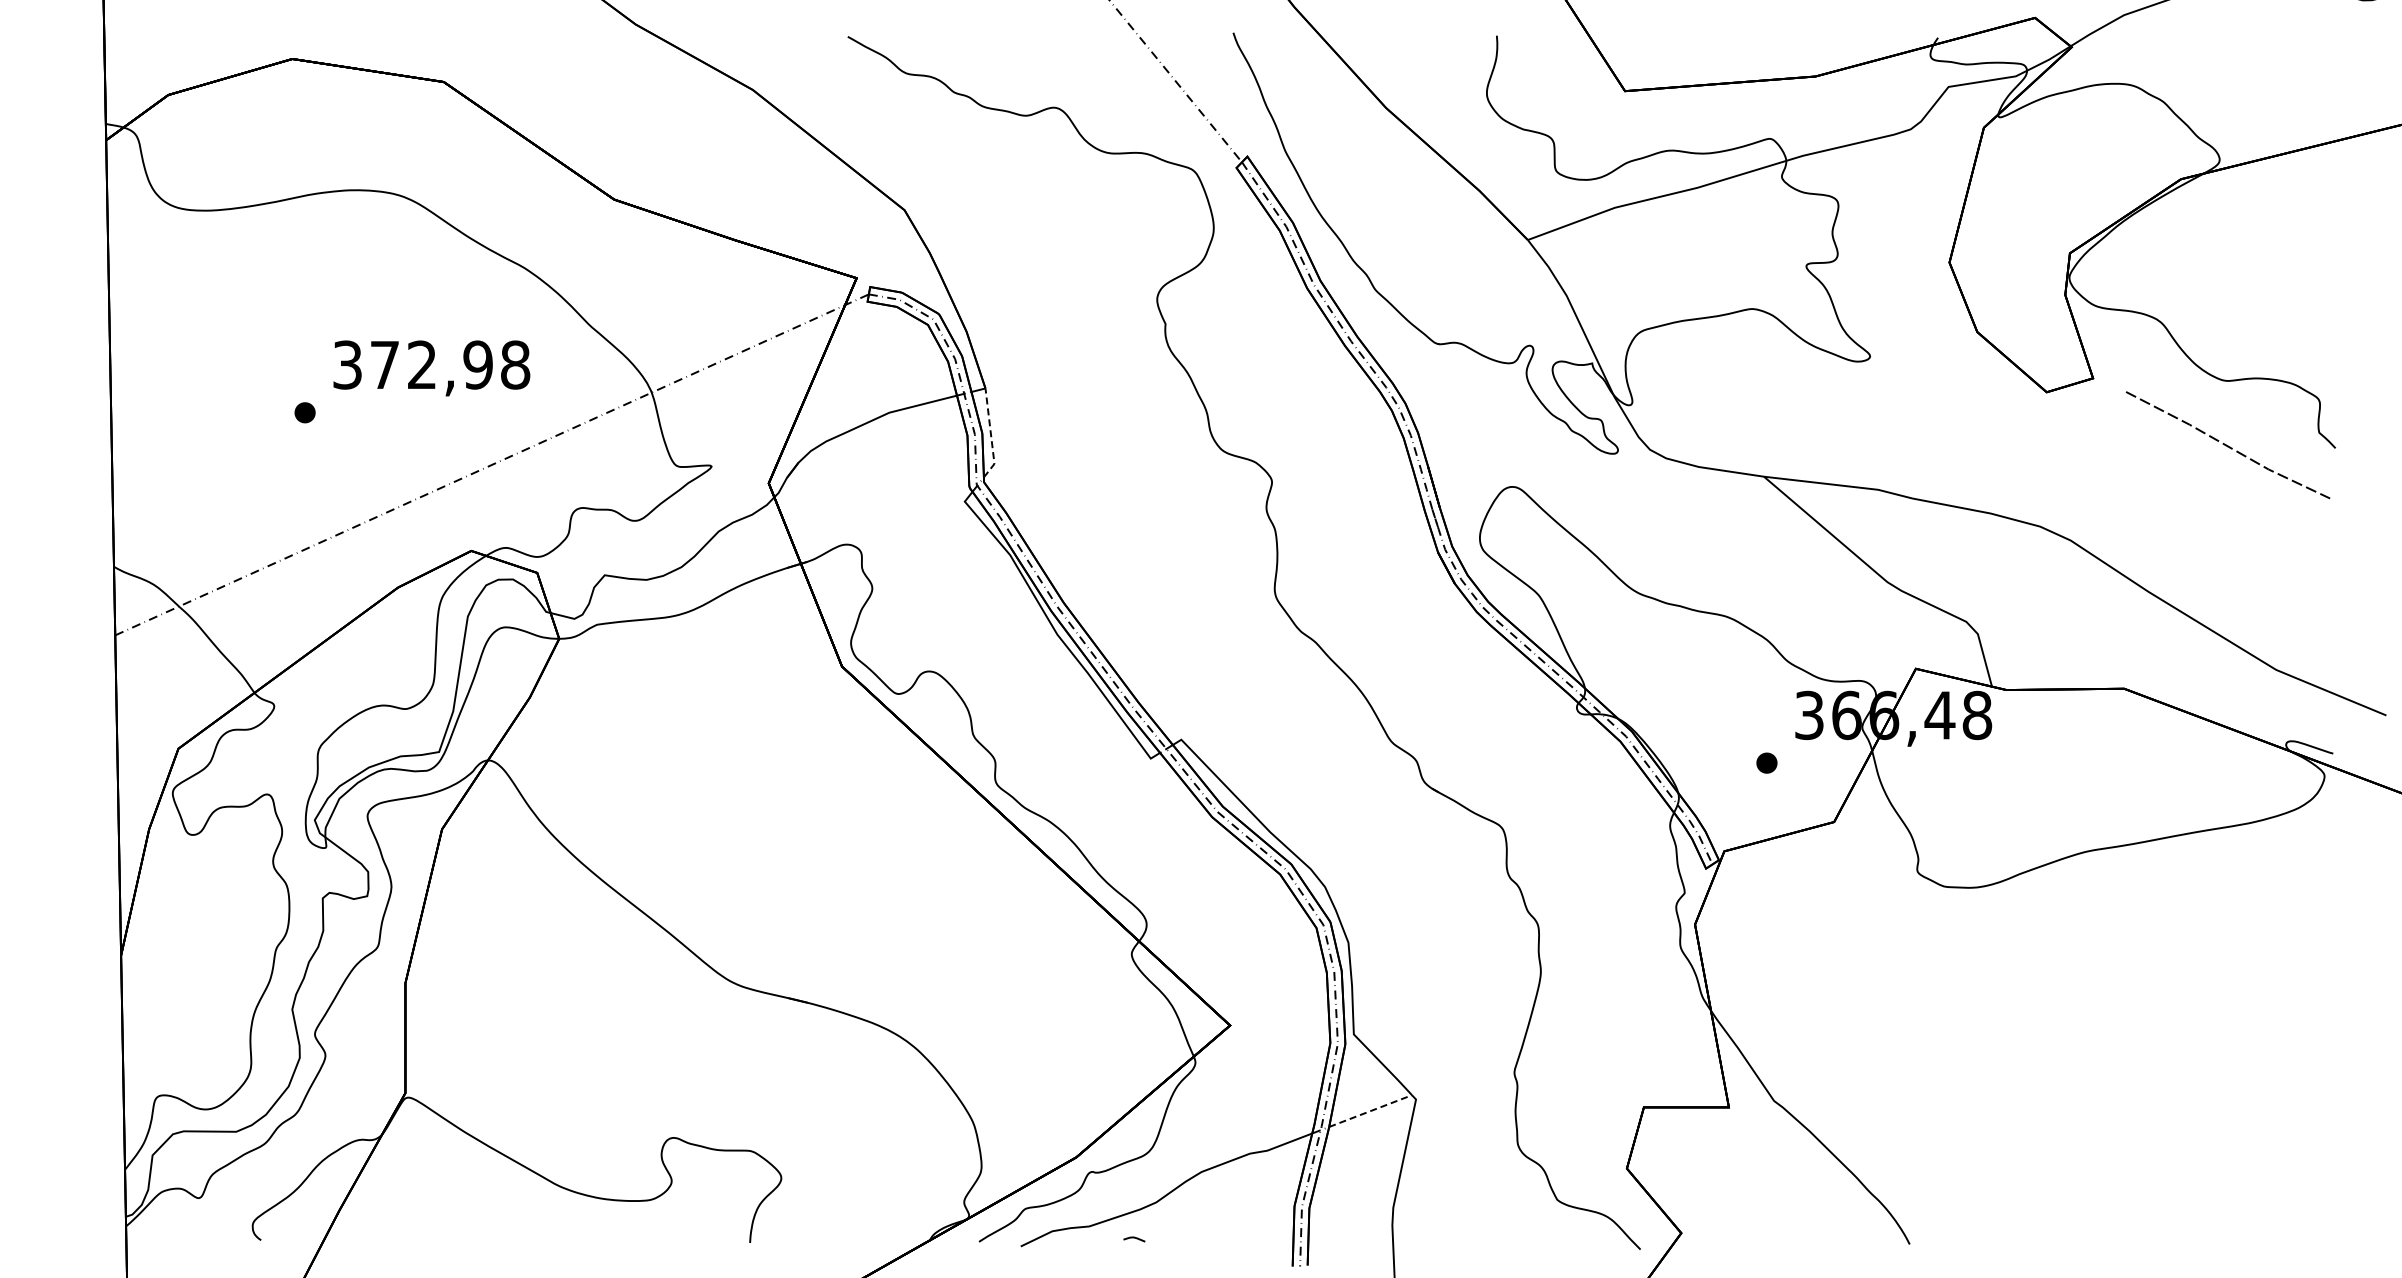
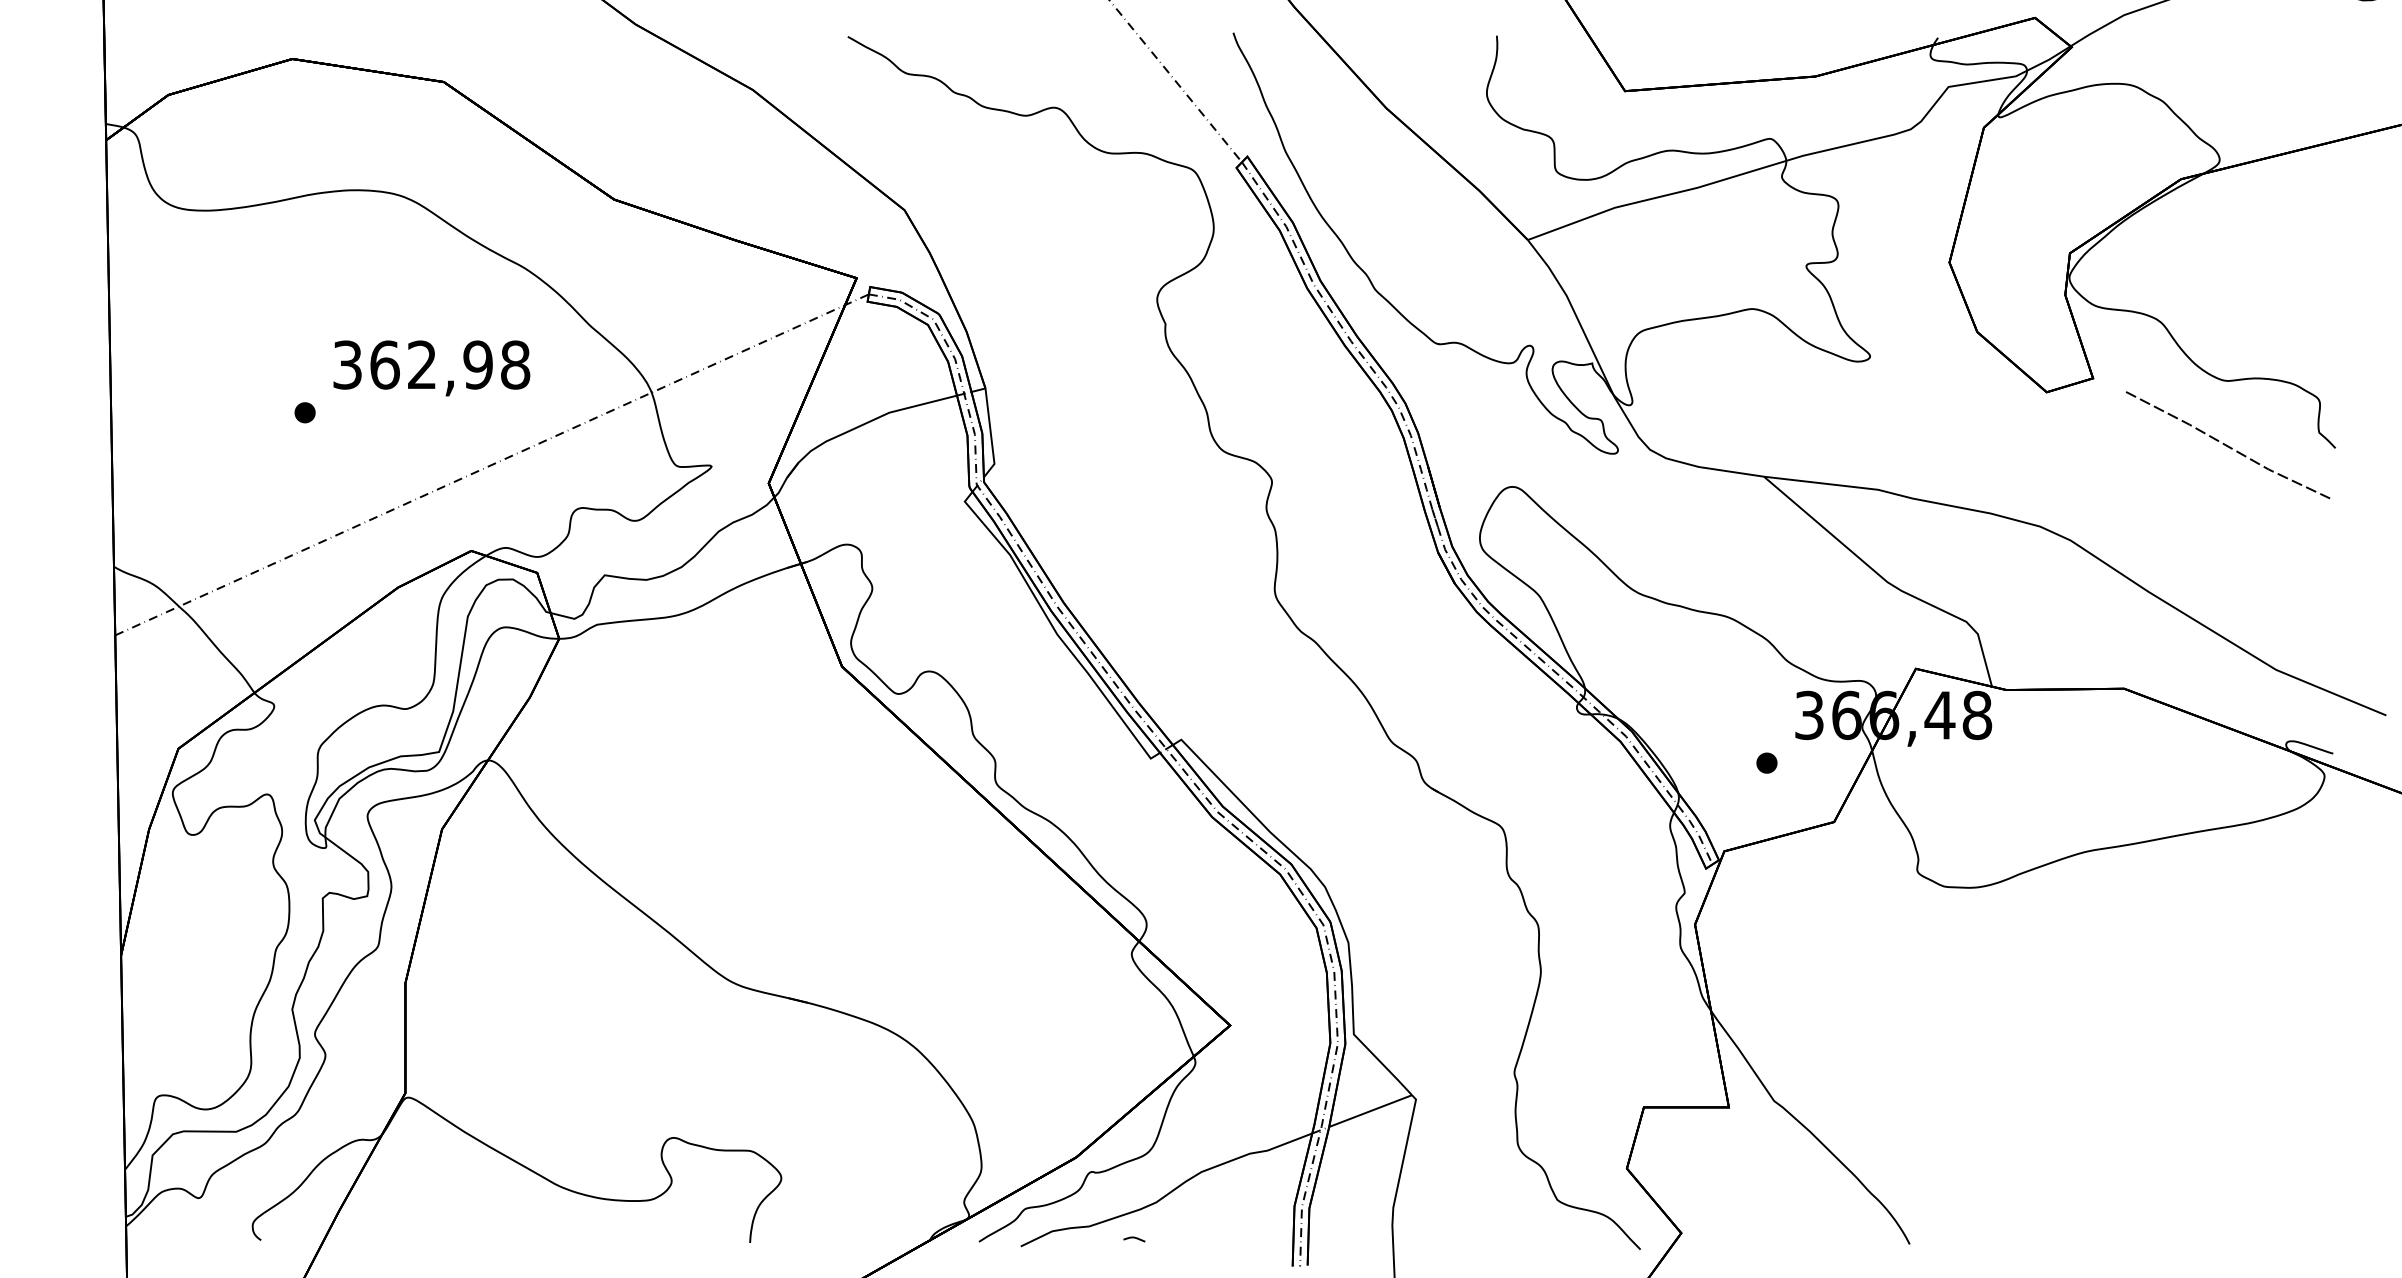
text at (384, 364): 372,98 -> 362,98
line at (991, 435): dashed -> solid
line at (1371, 1110): dashed -> solid
